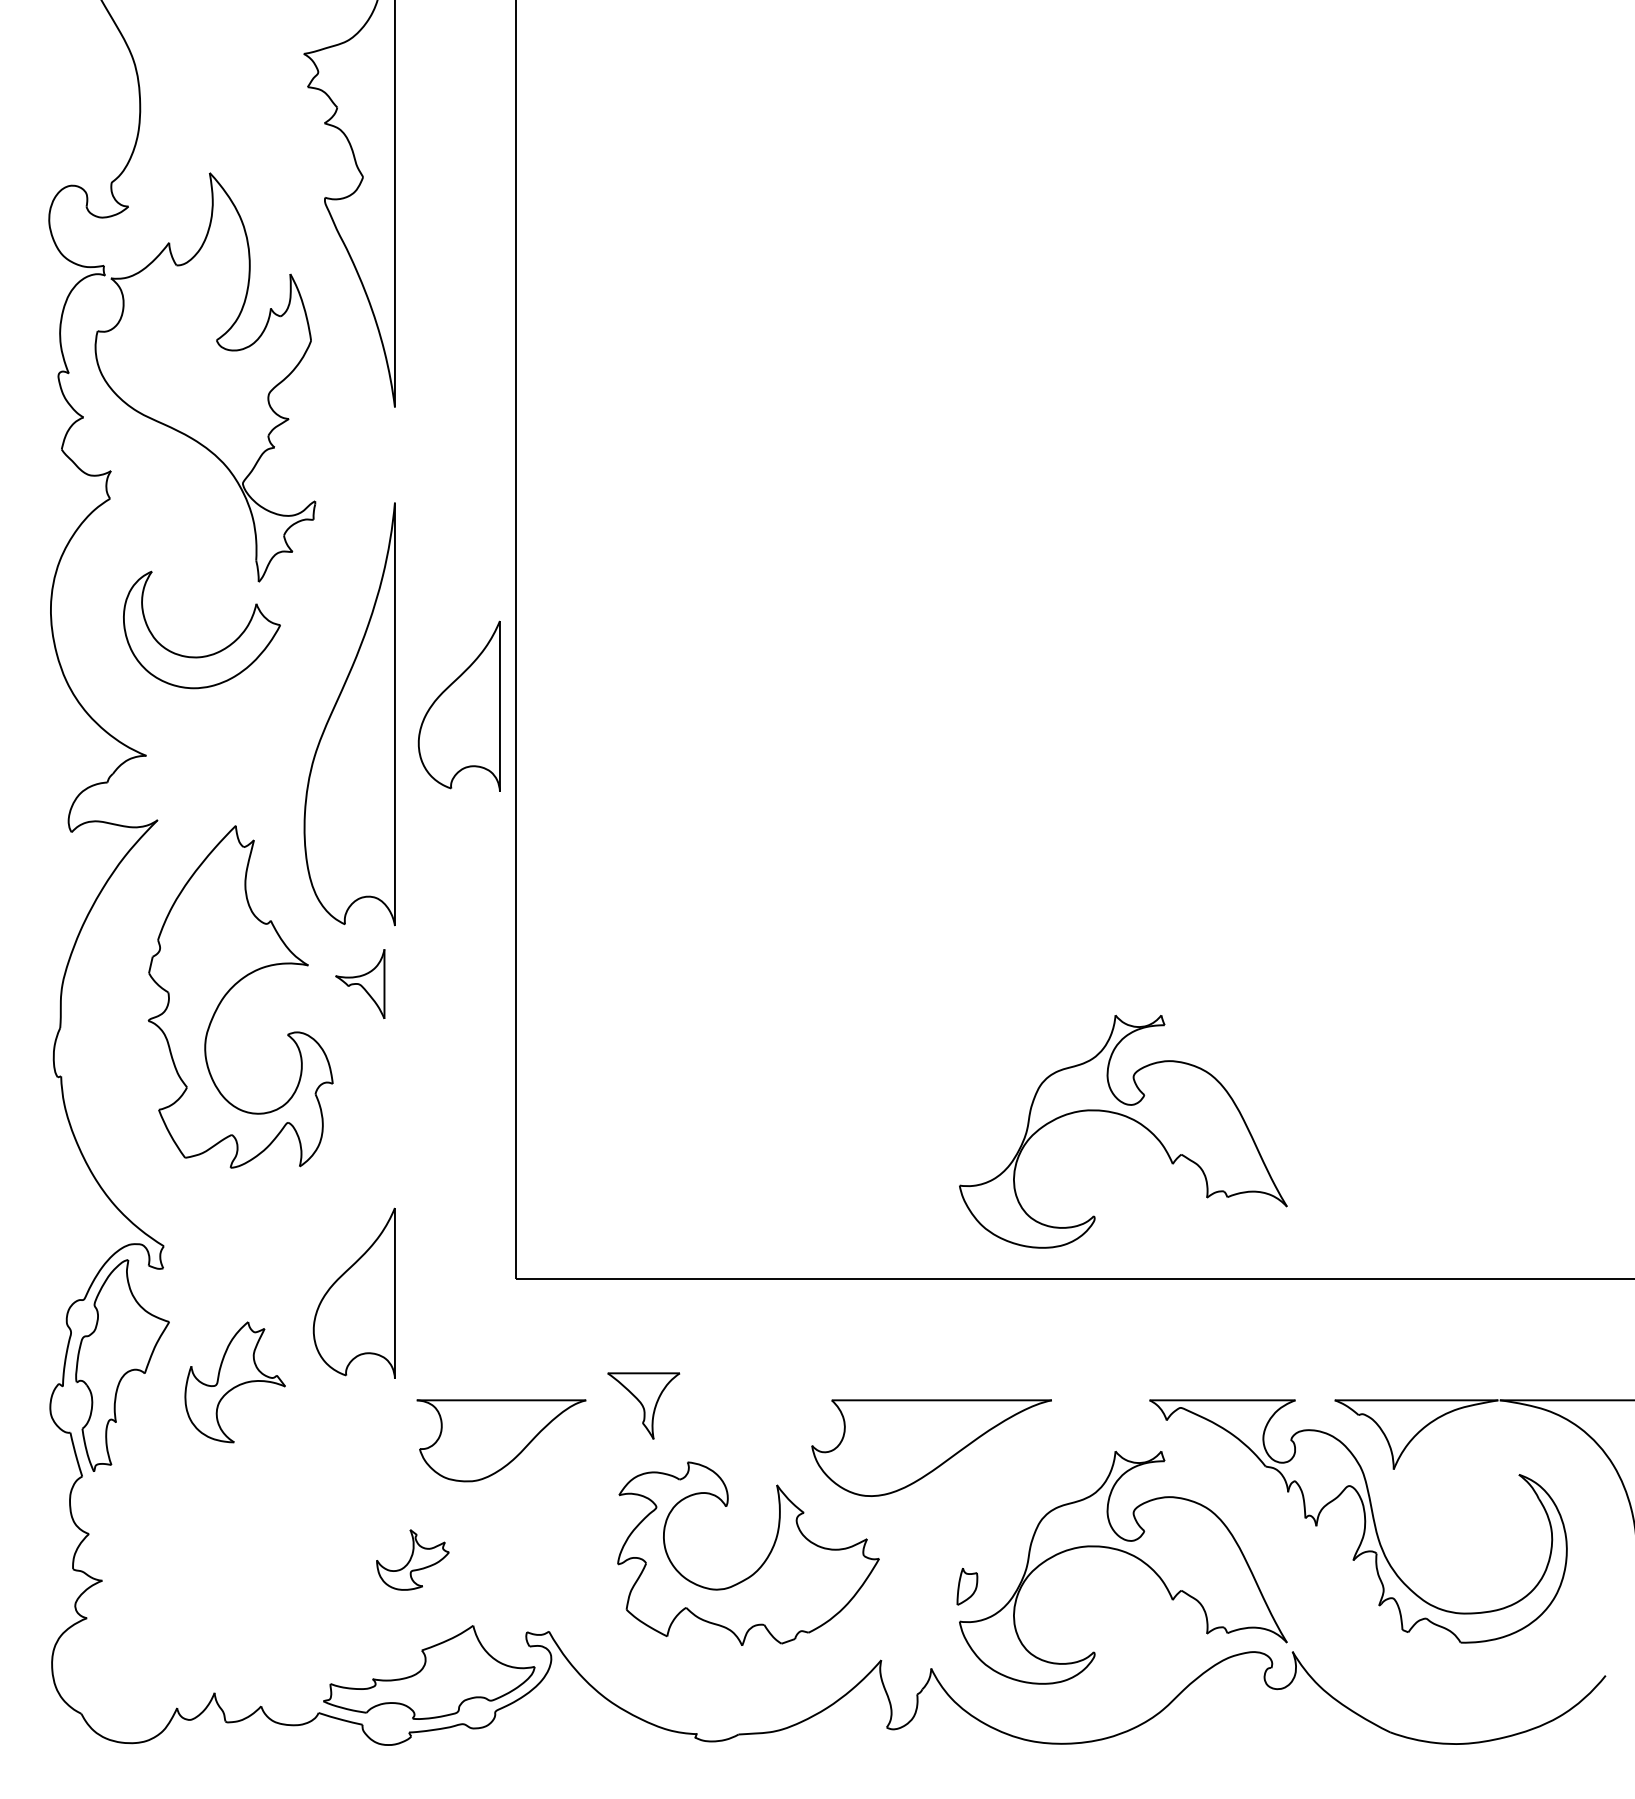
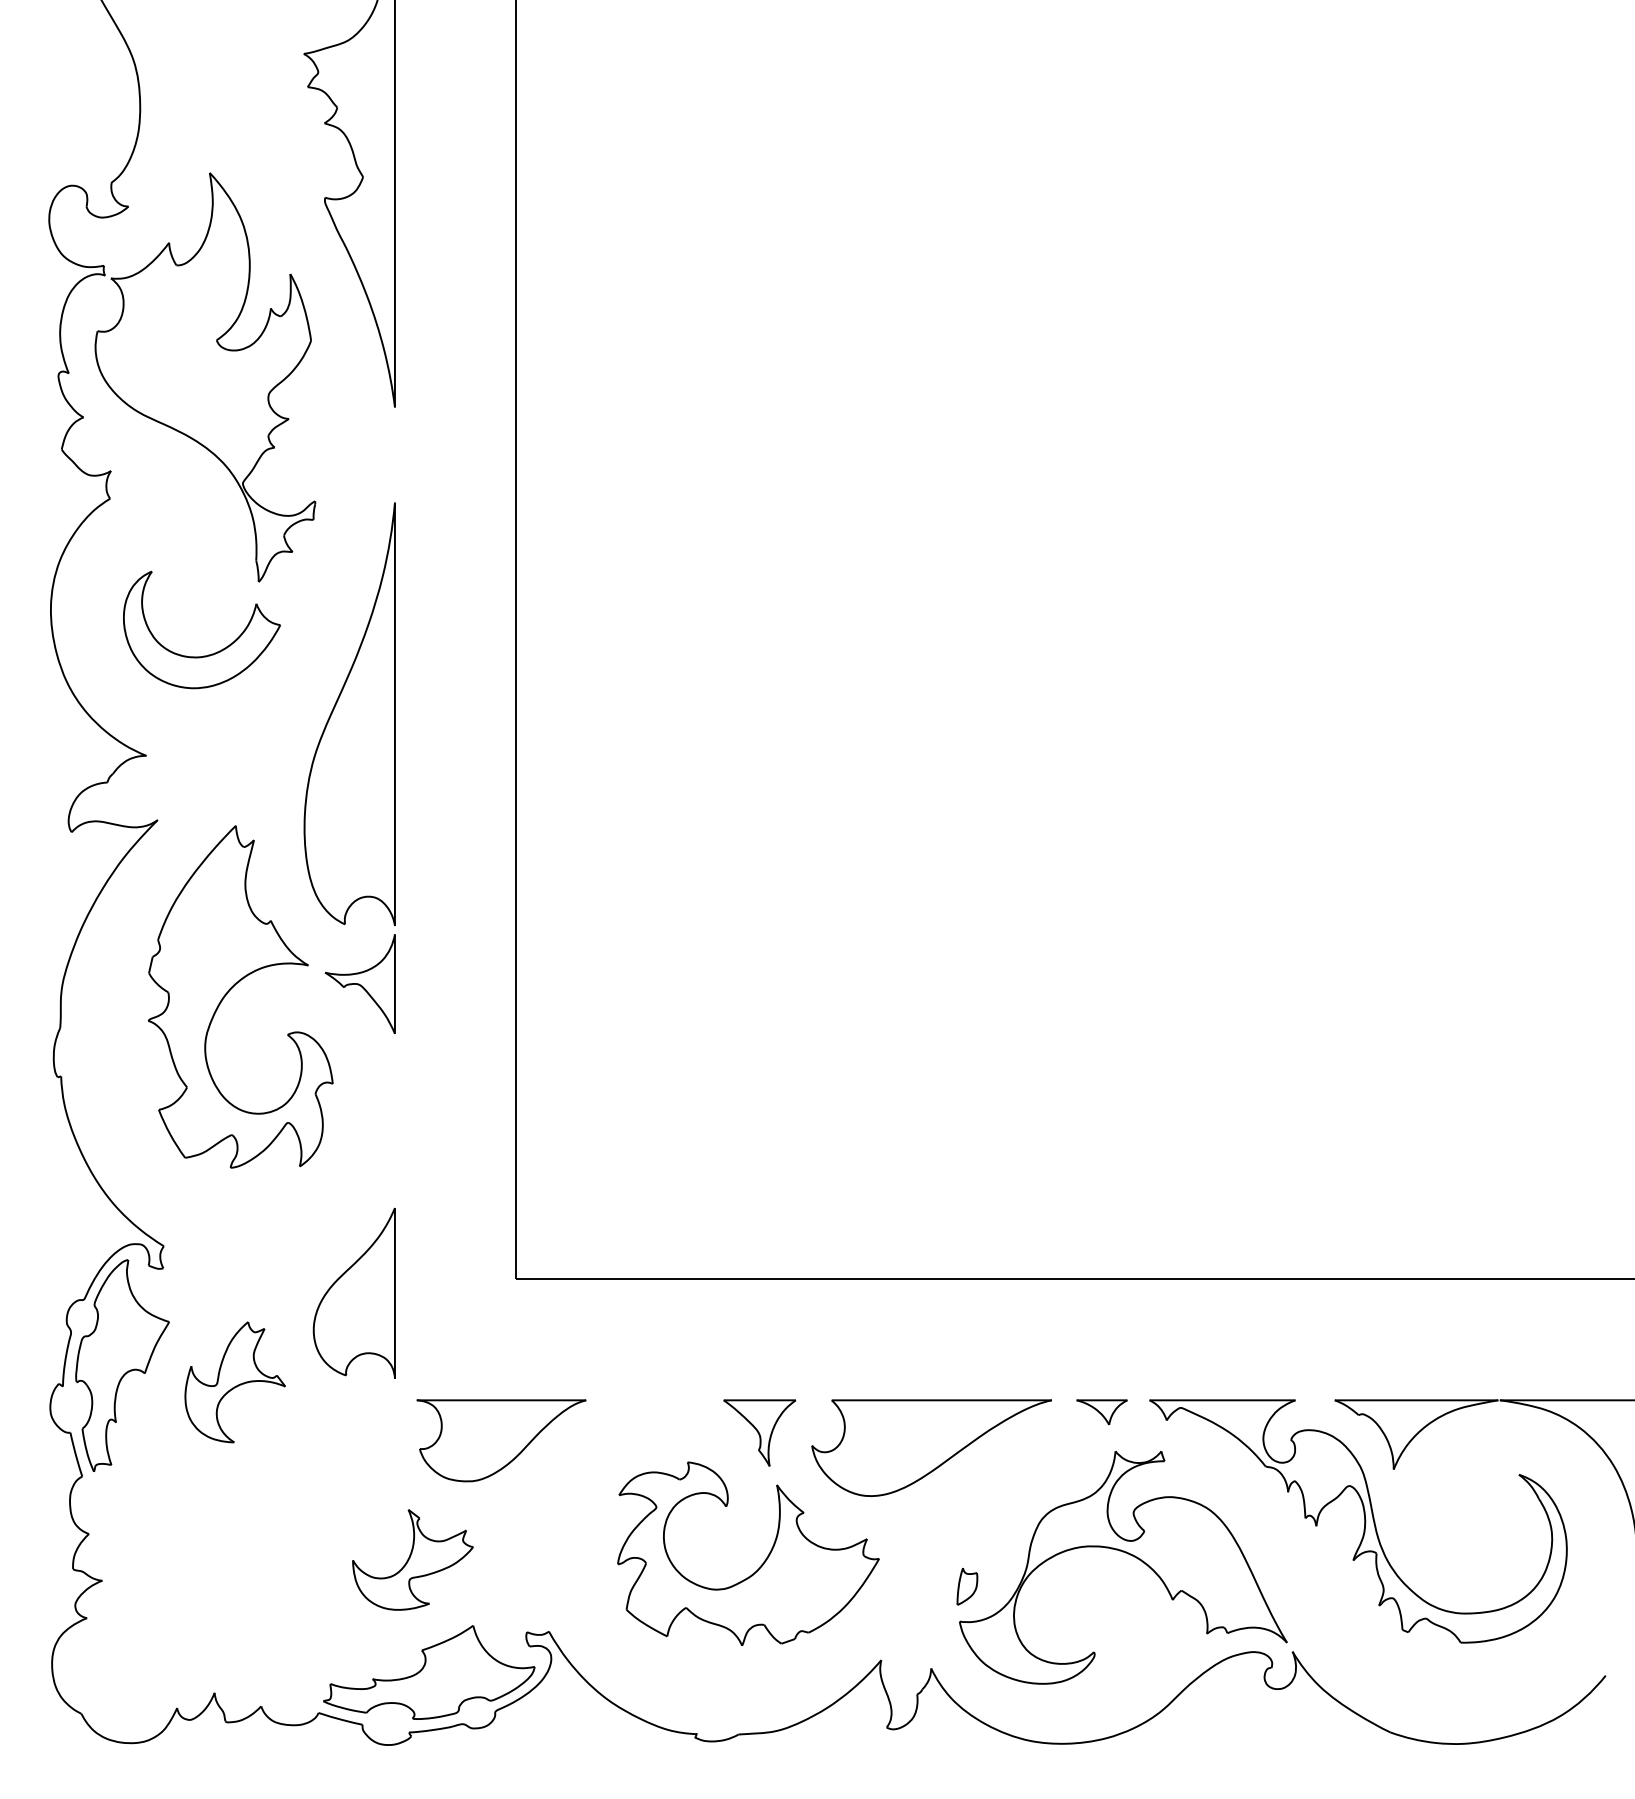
part at (458, 705): present -> none
part at (360, 983) size: 51x70 px -> 72x100 px
part at (1127, 1118): present -> none
part at (643, 1405) position: (643, 1405) -> (759, 1432)
part at (1101, 1412): none -> present
part at (412, 1559) size: 74x62 px -> 122x102 px
